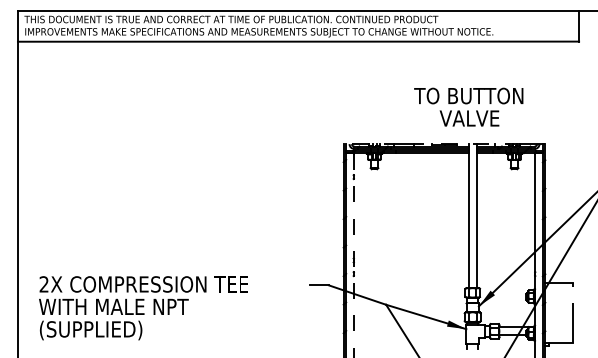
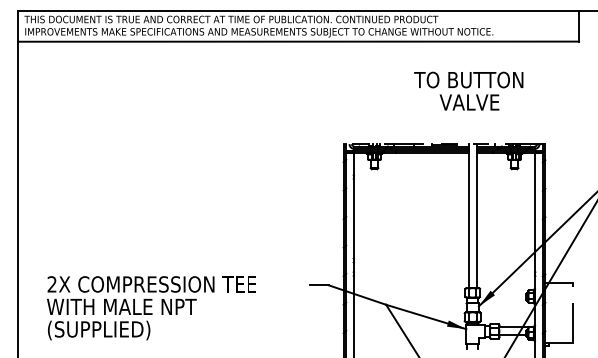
text at (468, 106) position: (468, 106) -> (468, 90)
line at (353, 255): dashed -> solid
text at (143, 308) position: (143, 308) -> (151, 308)
